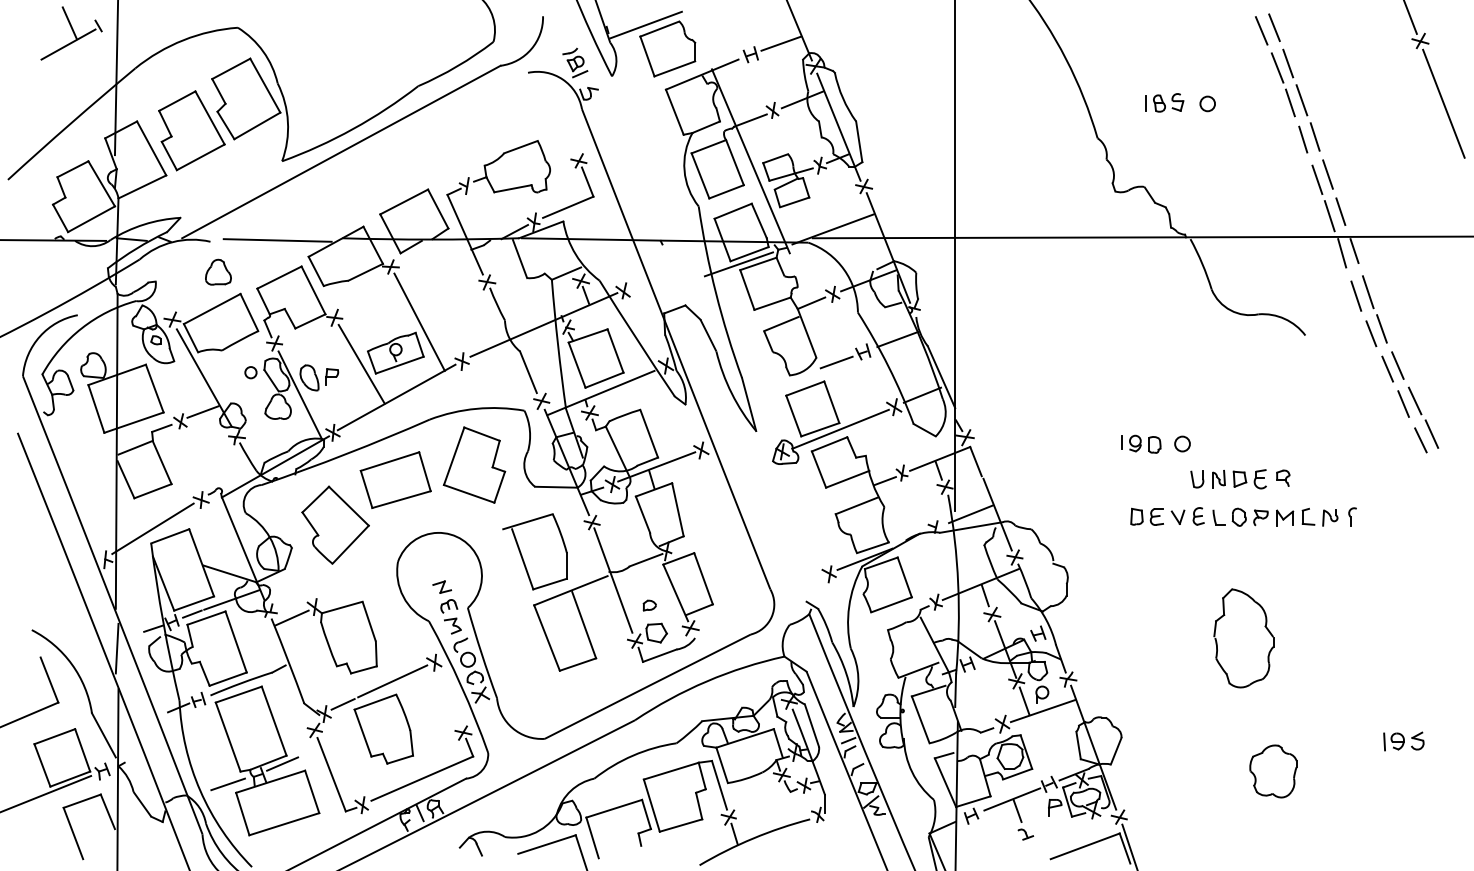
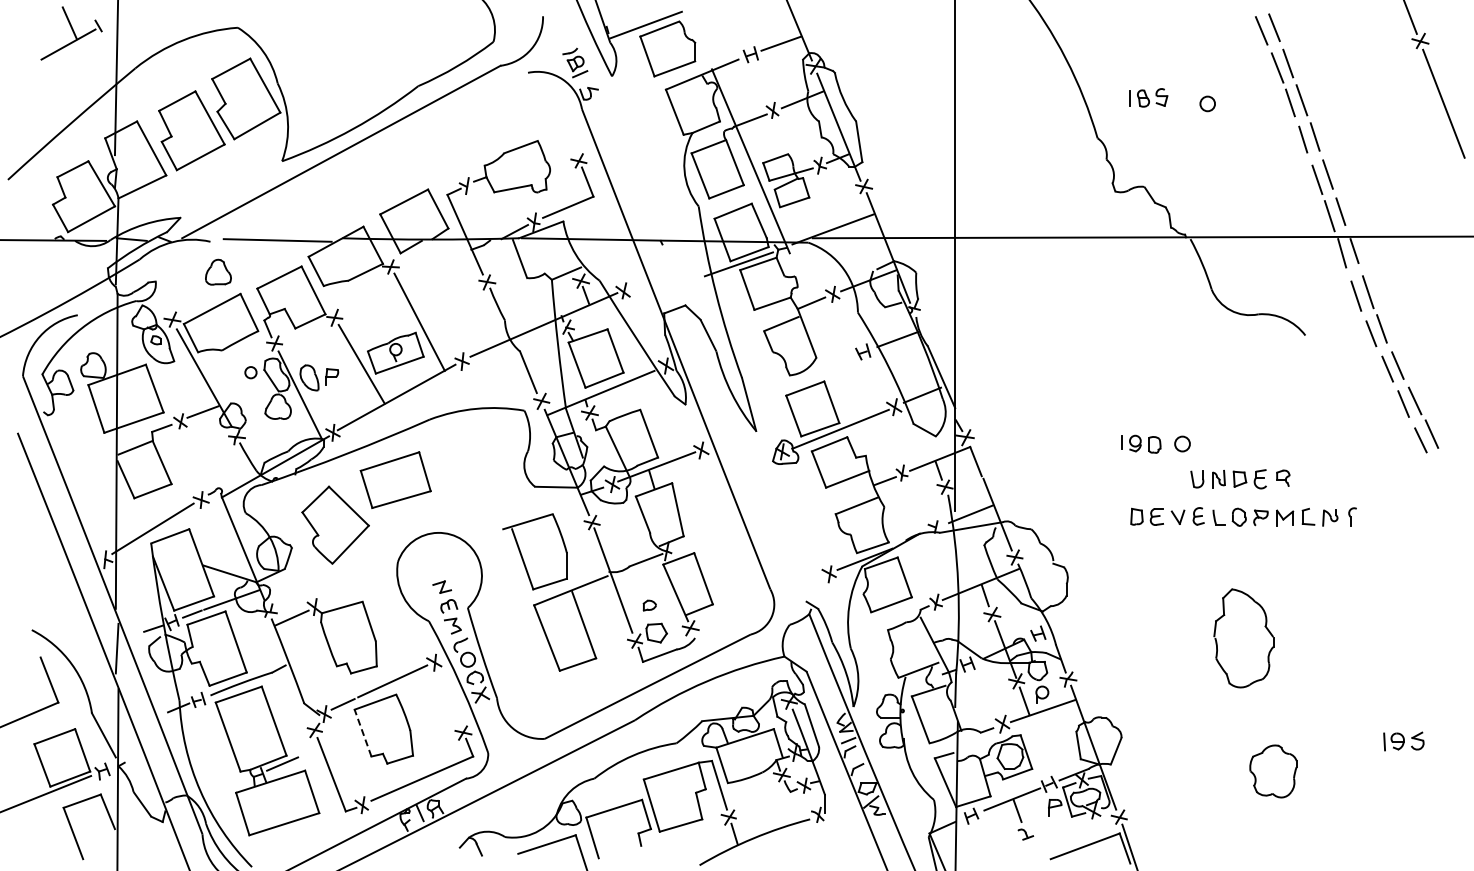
part at (1164, 102) position: (1164, 102) -> (1148, 97)
line at (836, 362): present -> none
part at (474, 464): present -> none
line at (363, 733): solid -> dashed
line at (227, 784): present -> none
